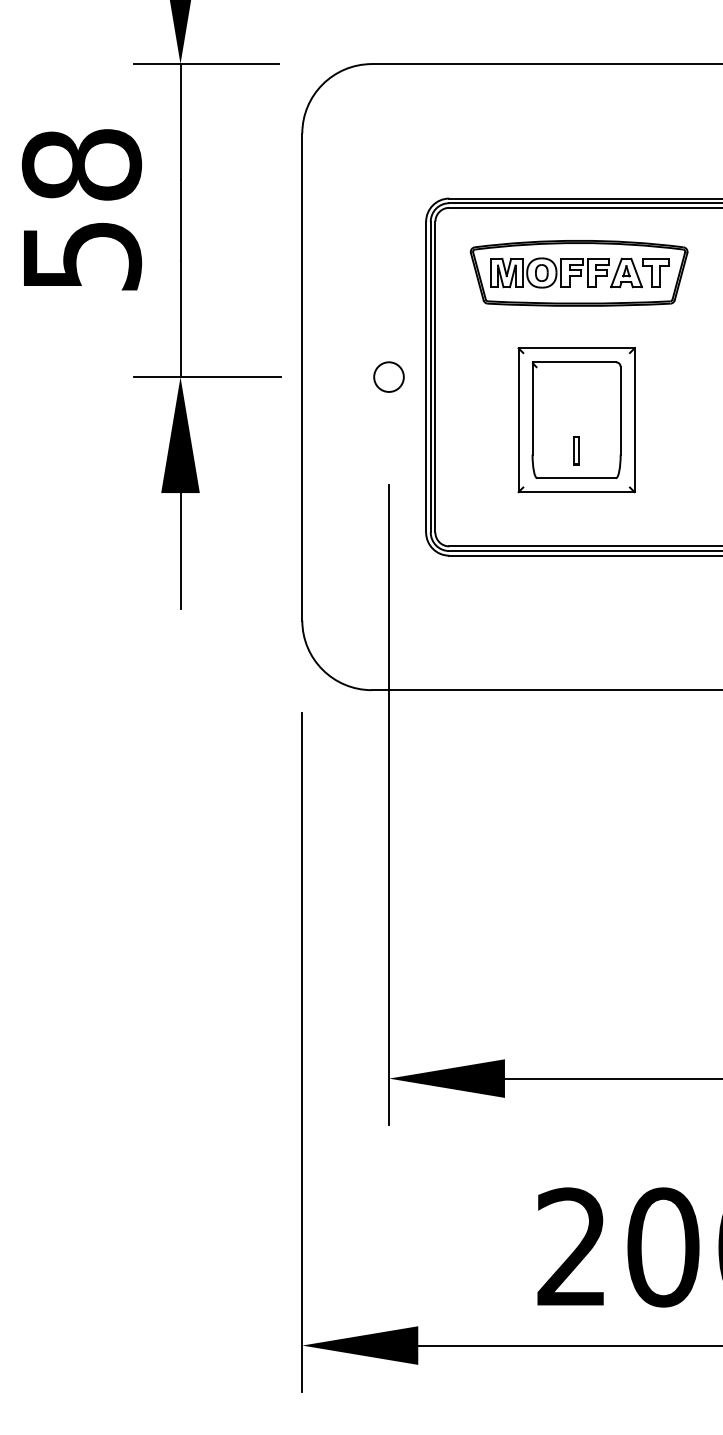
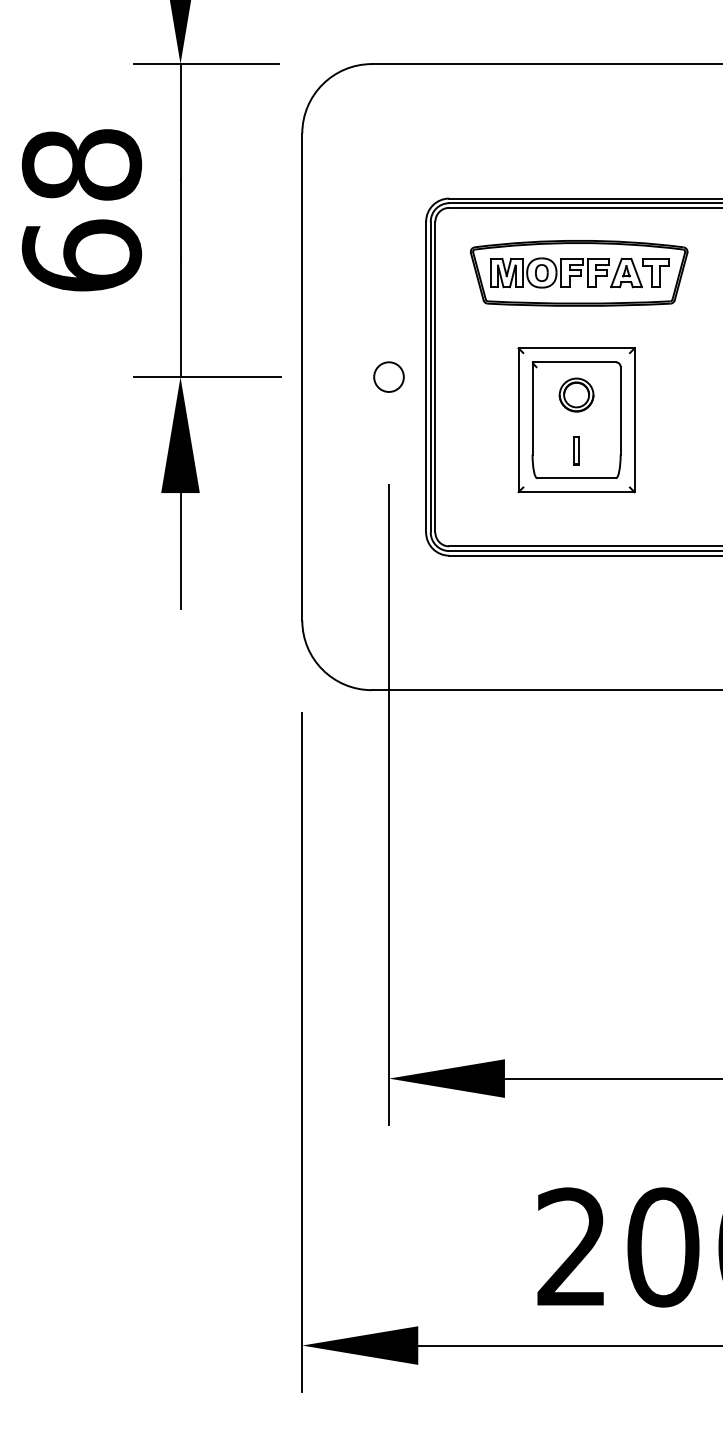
text at (81, 255): 58 -> 68
part at (576, 394): none -> present
